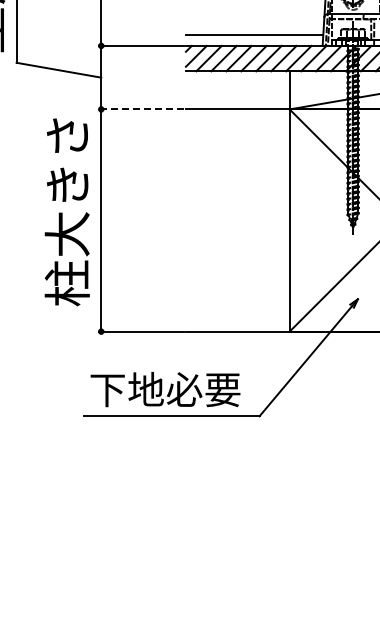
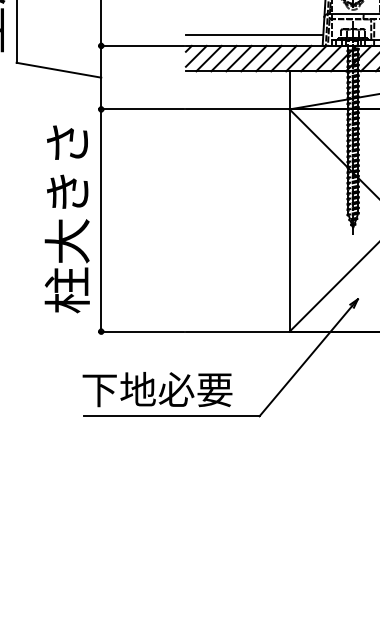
line at (140, 109): dashed -> solid
text at (66, 212) position: (66, 212) -> (66, 219)
text at (165, 389) position: (165, 389) -> (157, 389)
